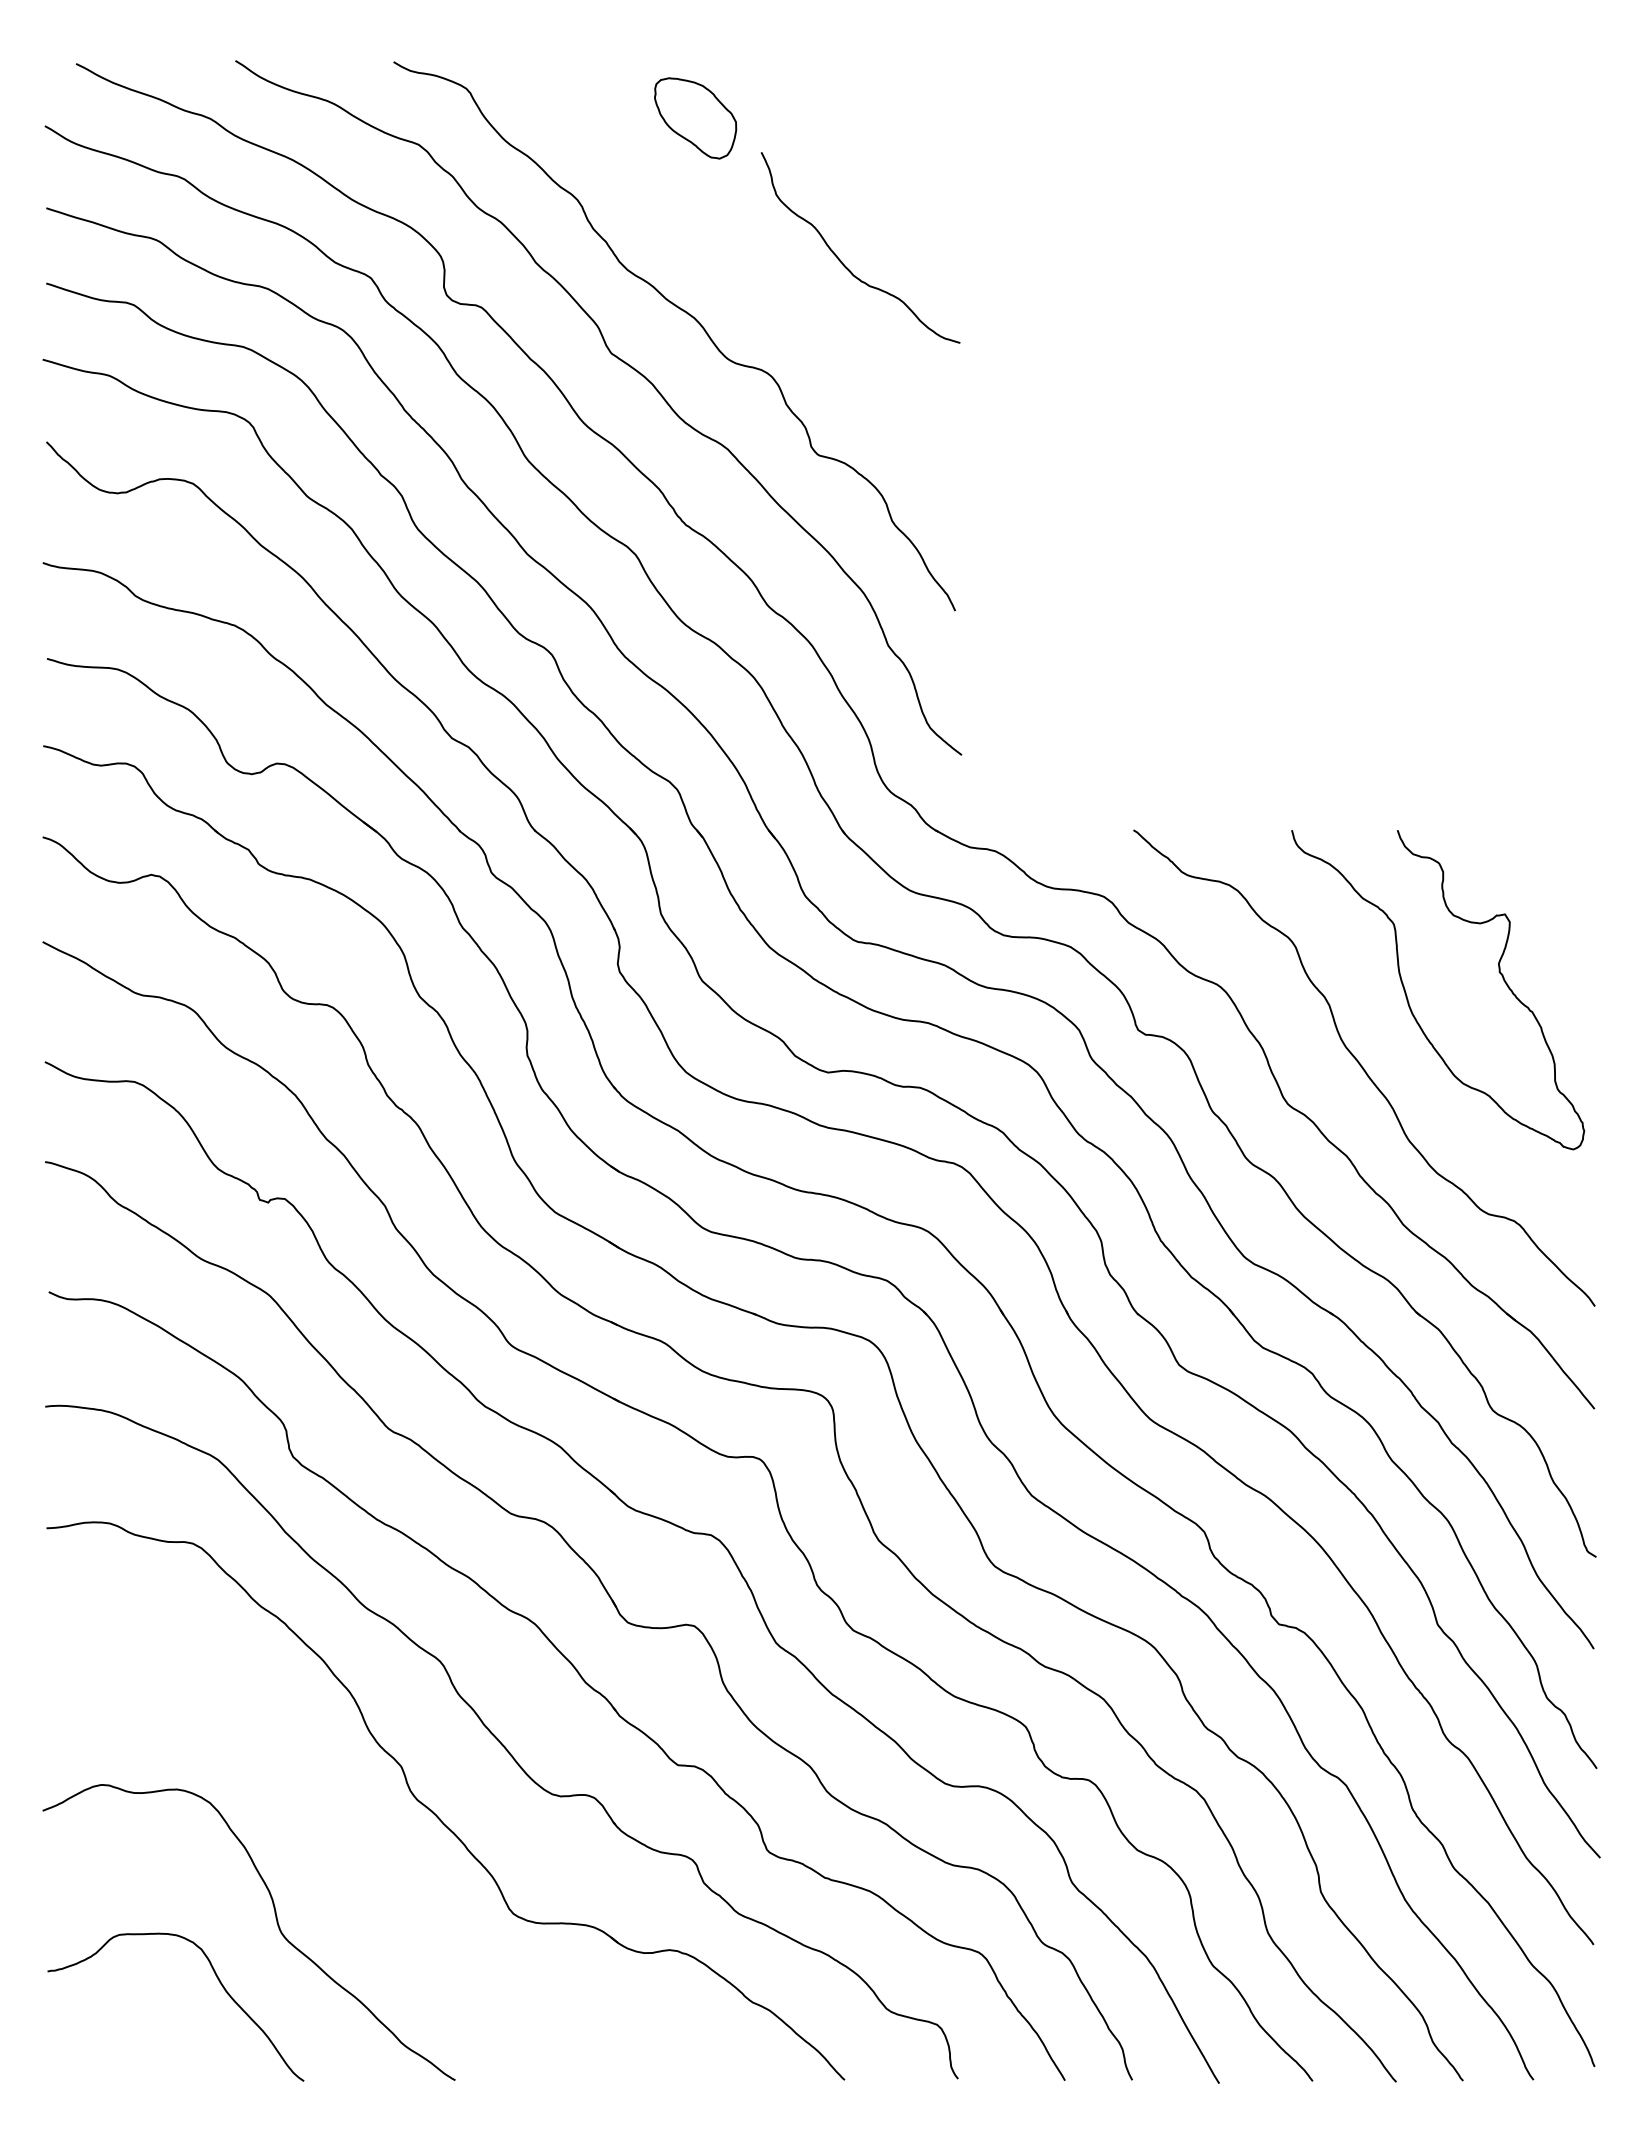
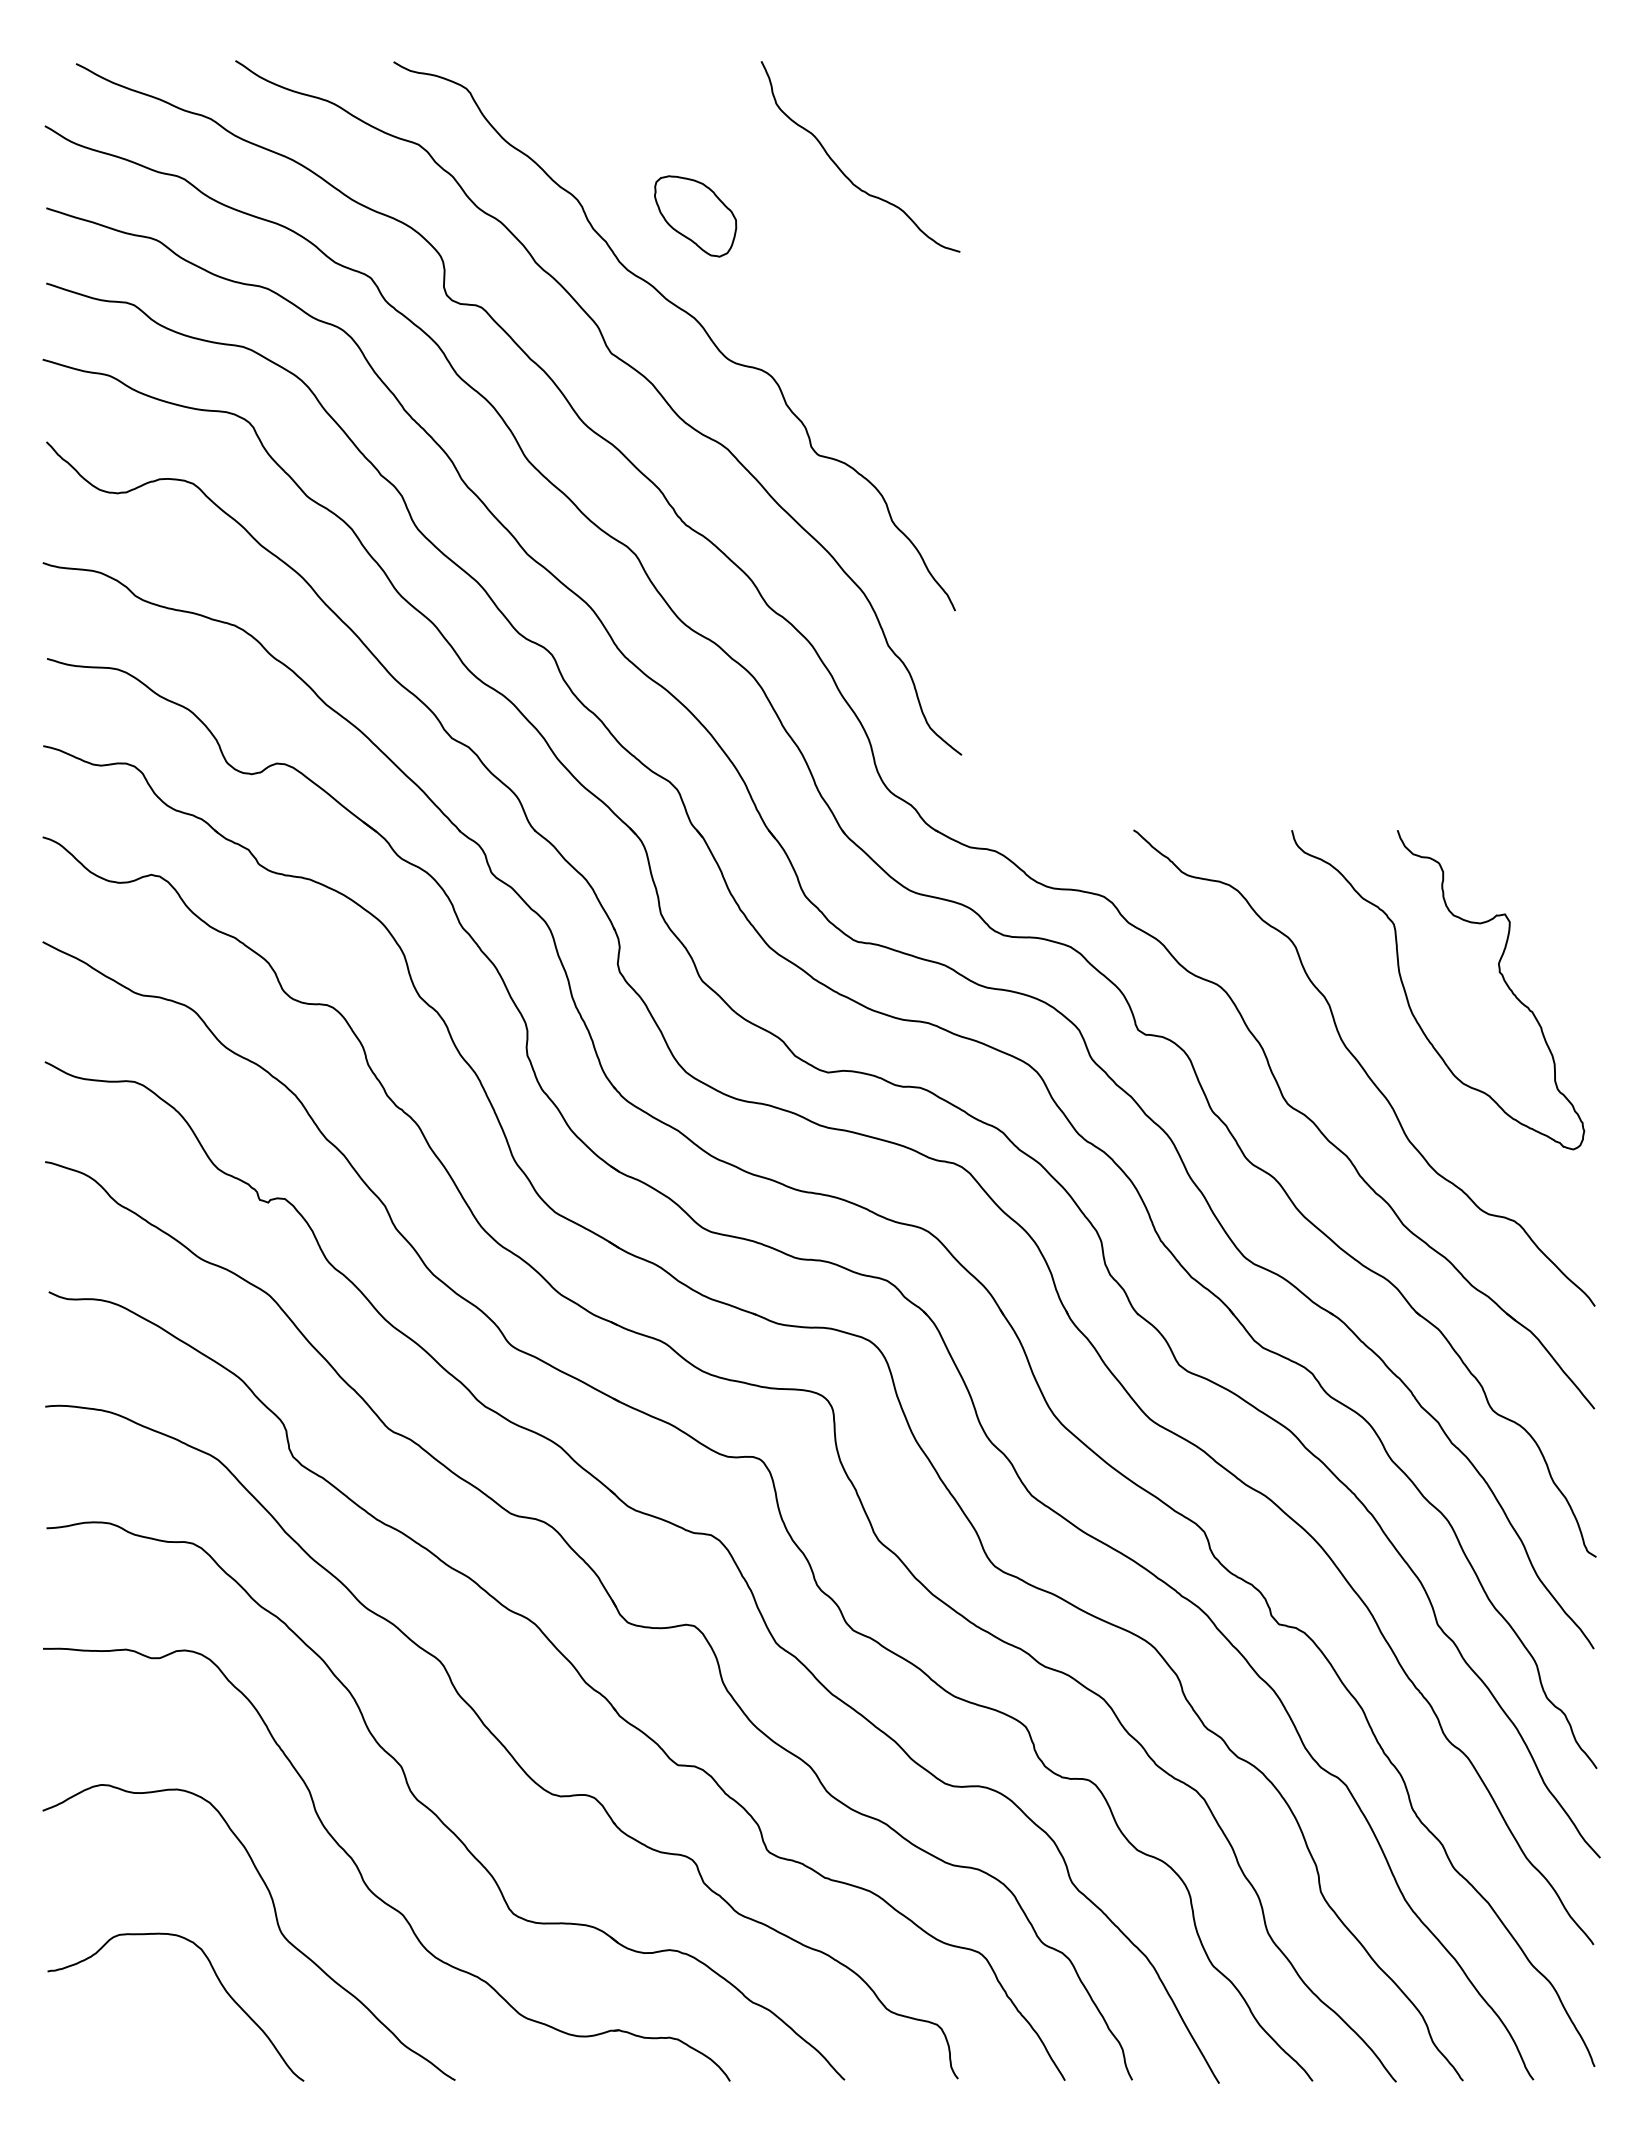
part at (695, 118) position: (695, 118) -> (695, 216)
curve at (841, 260) position: (841, 260) -> (841, 169)
part at (362, 1875): none -> present
